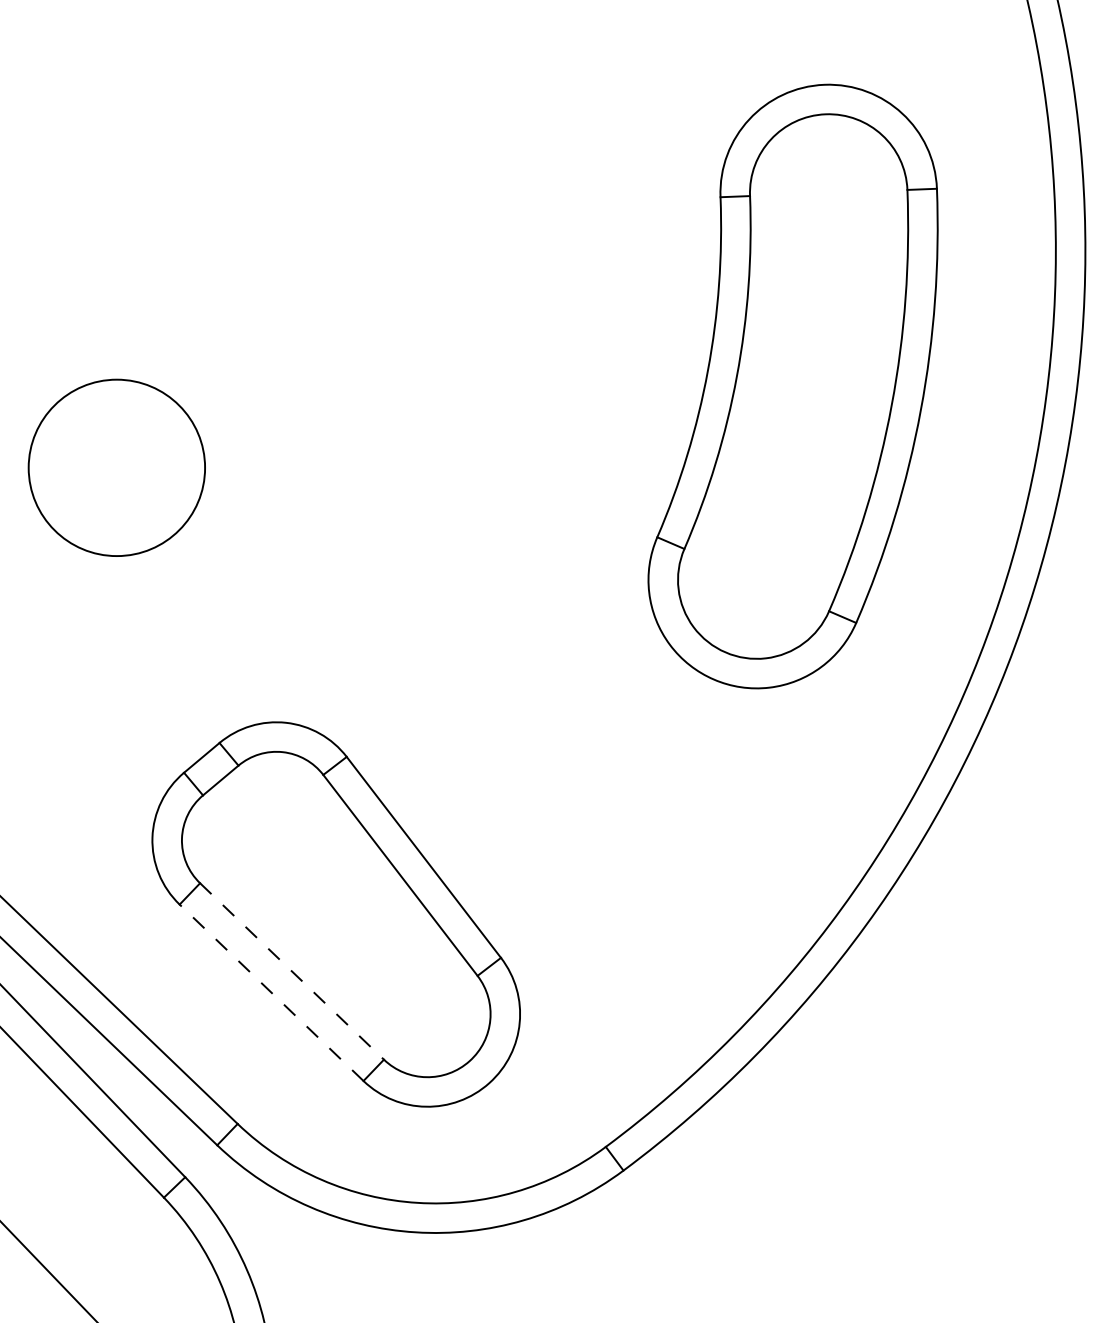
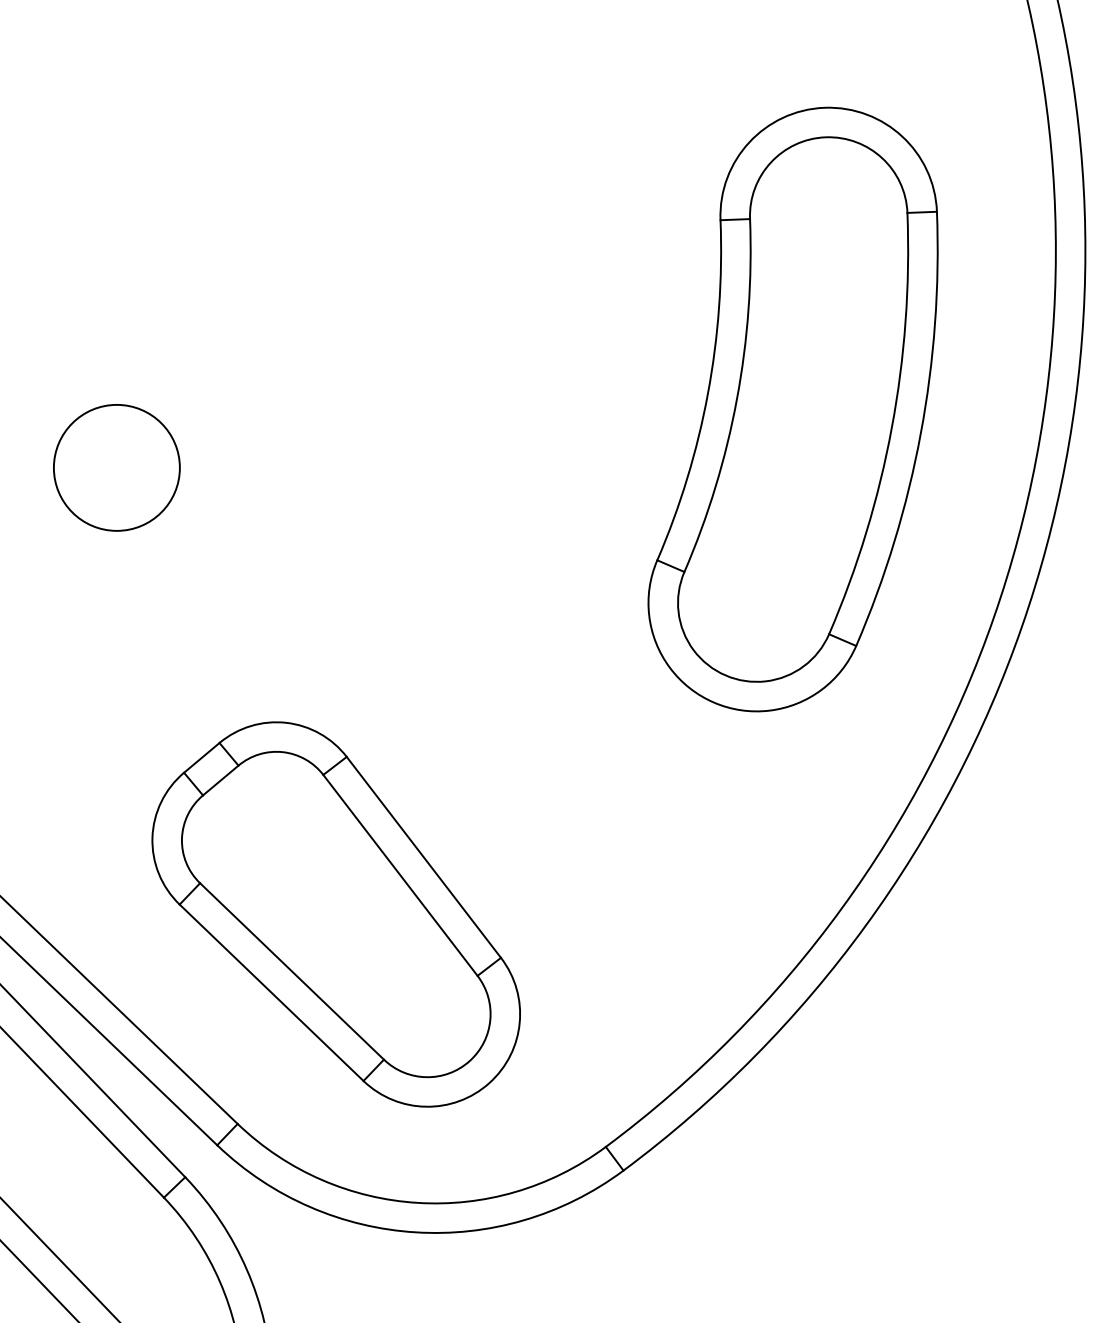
part at (792, 386) position: (792, 386) -> (792, 409)
circle at (116, 467) diameter: 176 px -> 126 px
line at (292, 971): dashed -> solid
line at (271, 992): dashed -> solid
line at (48, 1271) position: (48, 1271) -> (59, 1259)
line at (39, 1280): none -> present
